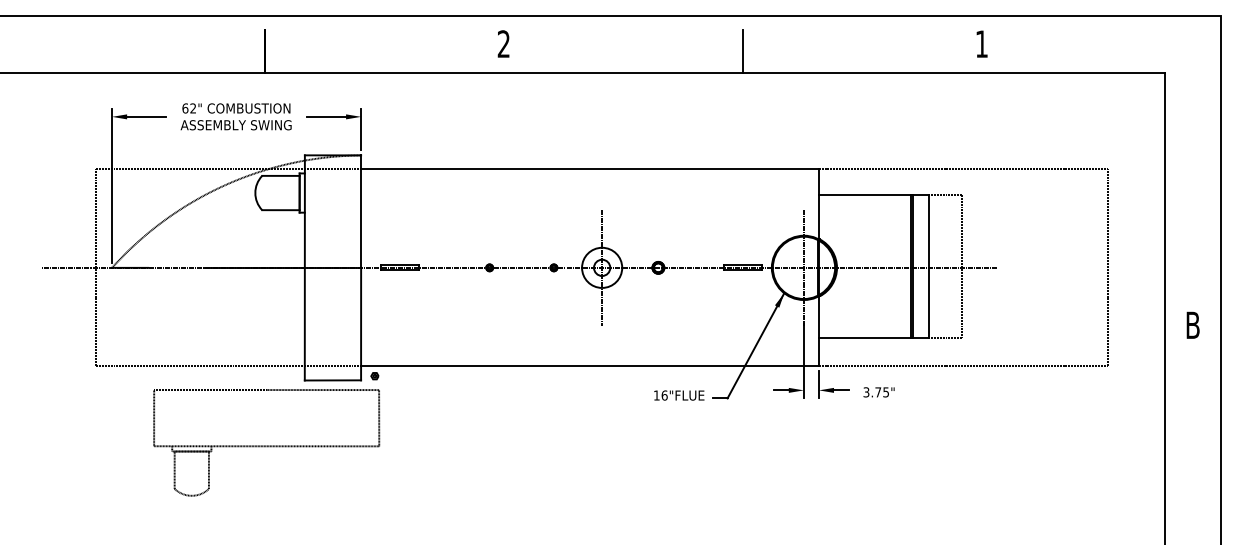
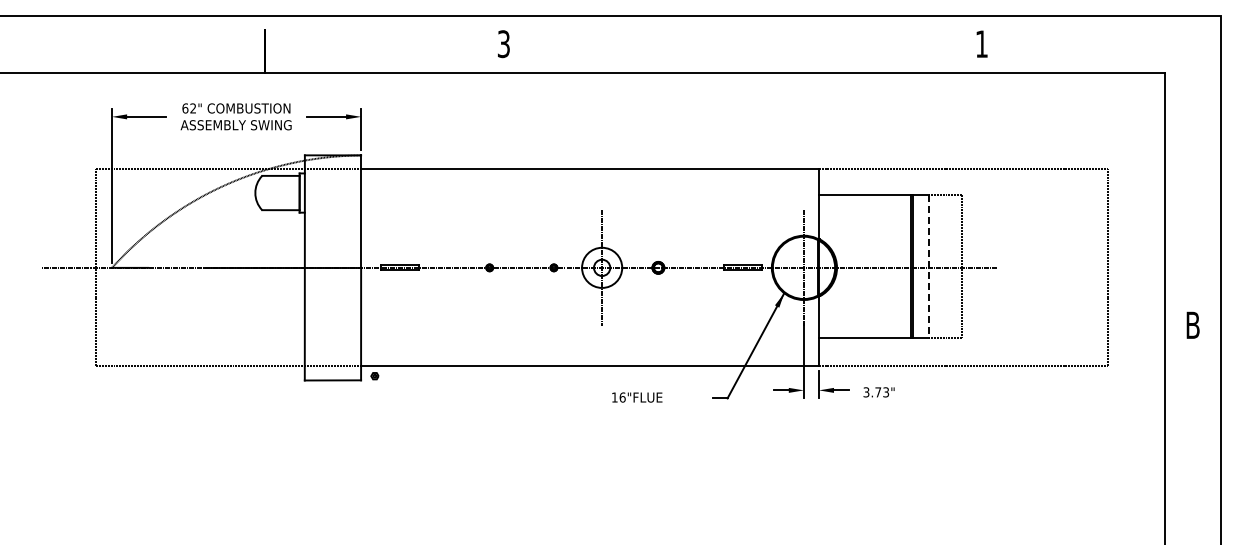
text at (503, 44): 2 -> 3
line at (743, 51): present -> none
line at (929, 266): solid -> dashed
text at (885, 391): 3.75" -> 3.73"
text at (679, 395) position: (679, 395) -> (637, 397)
part at (266, 442): present -> none
